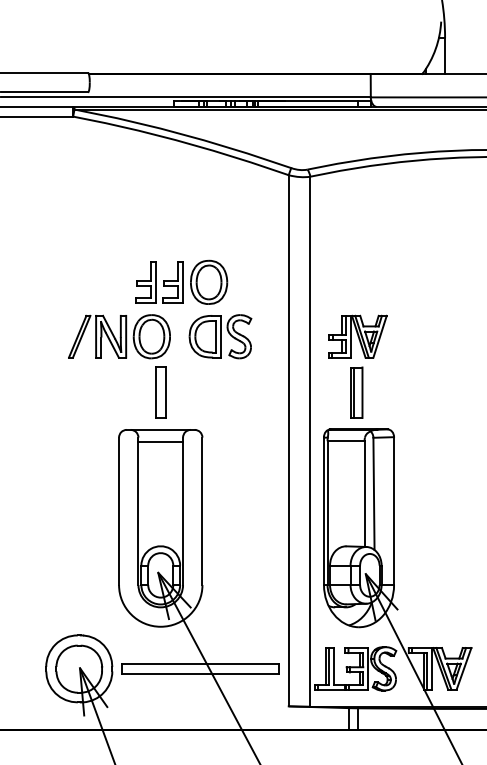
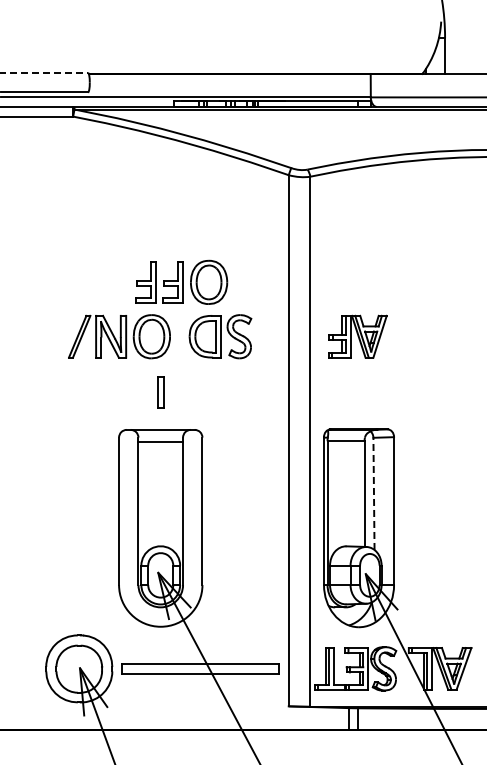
line at (44, 72): solid -> dashed
part at (160, 392) size: 12x53 px -> 8x33 px
part at (356, 392): present -> none
line at (373, 493): solid -> dashed
